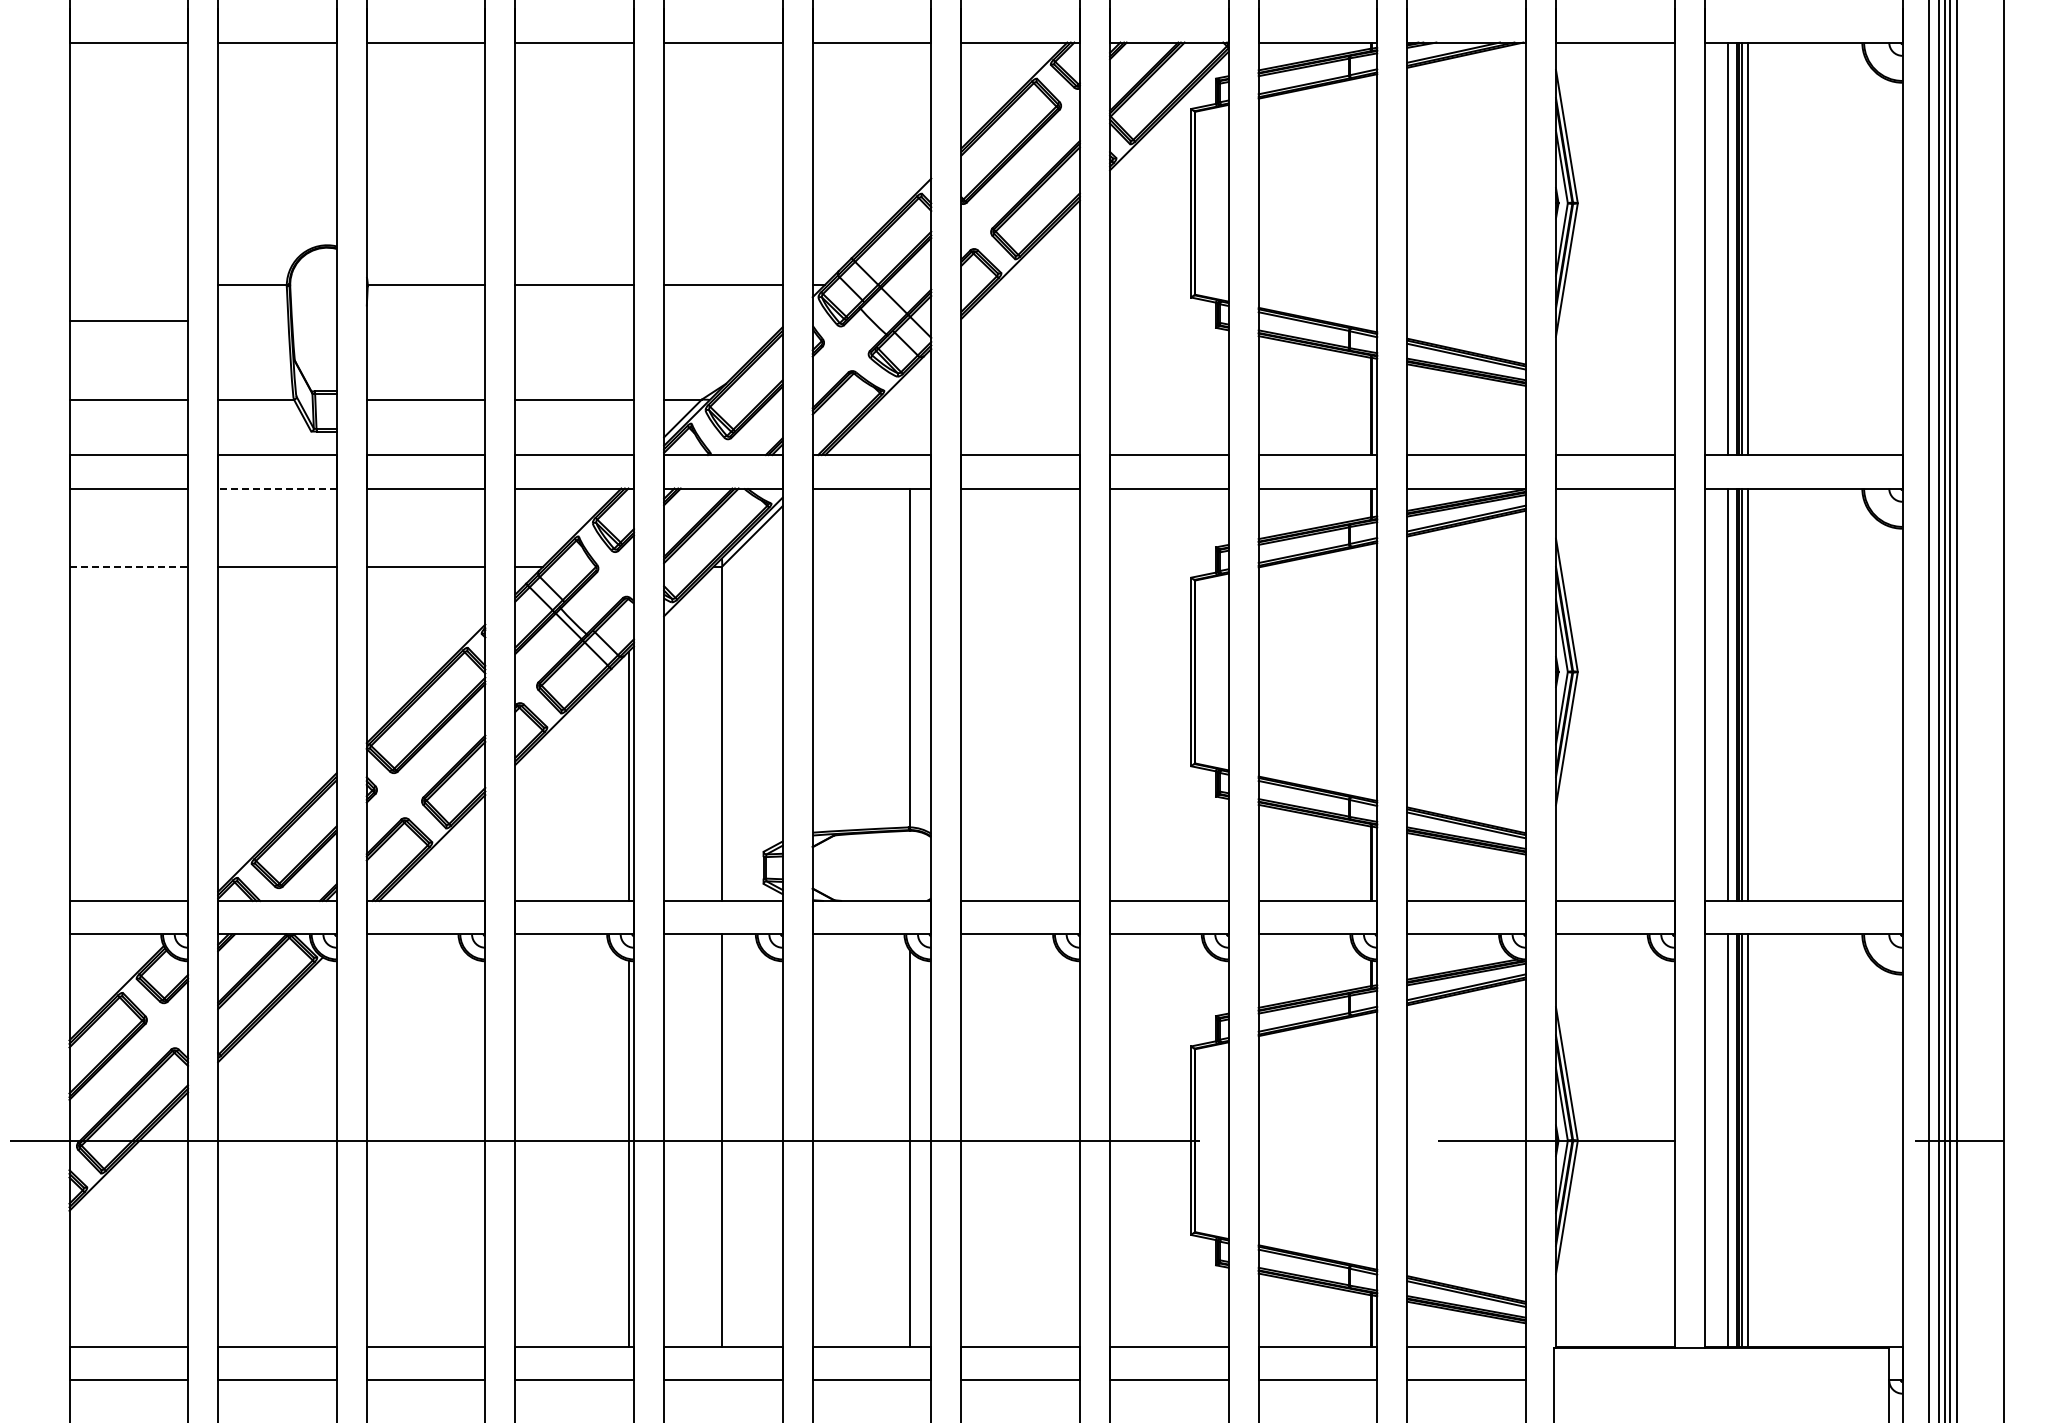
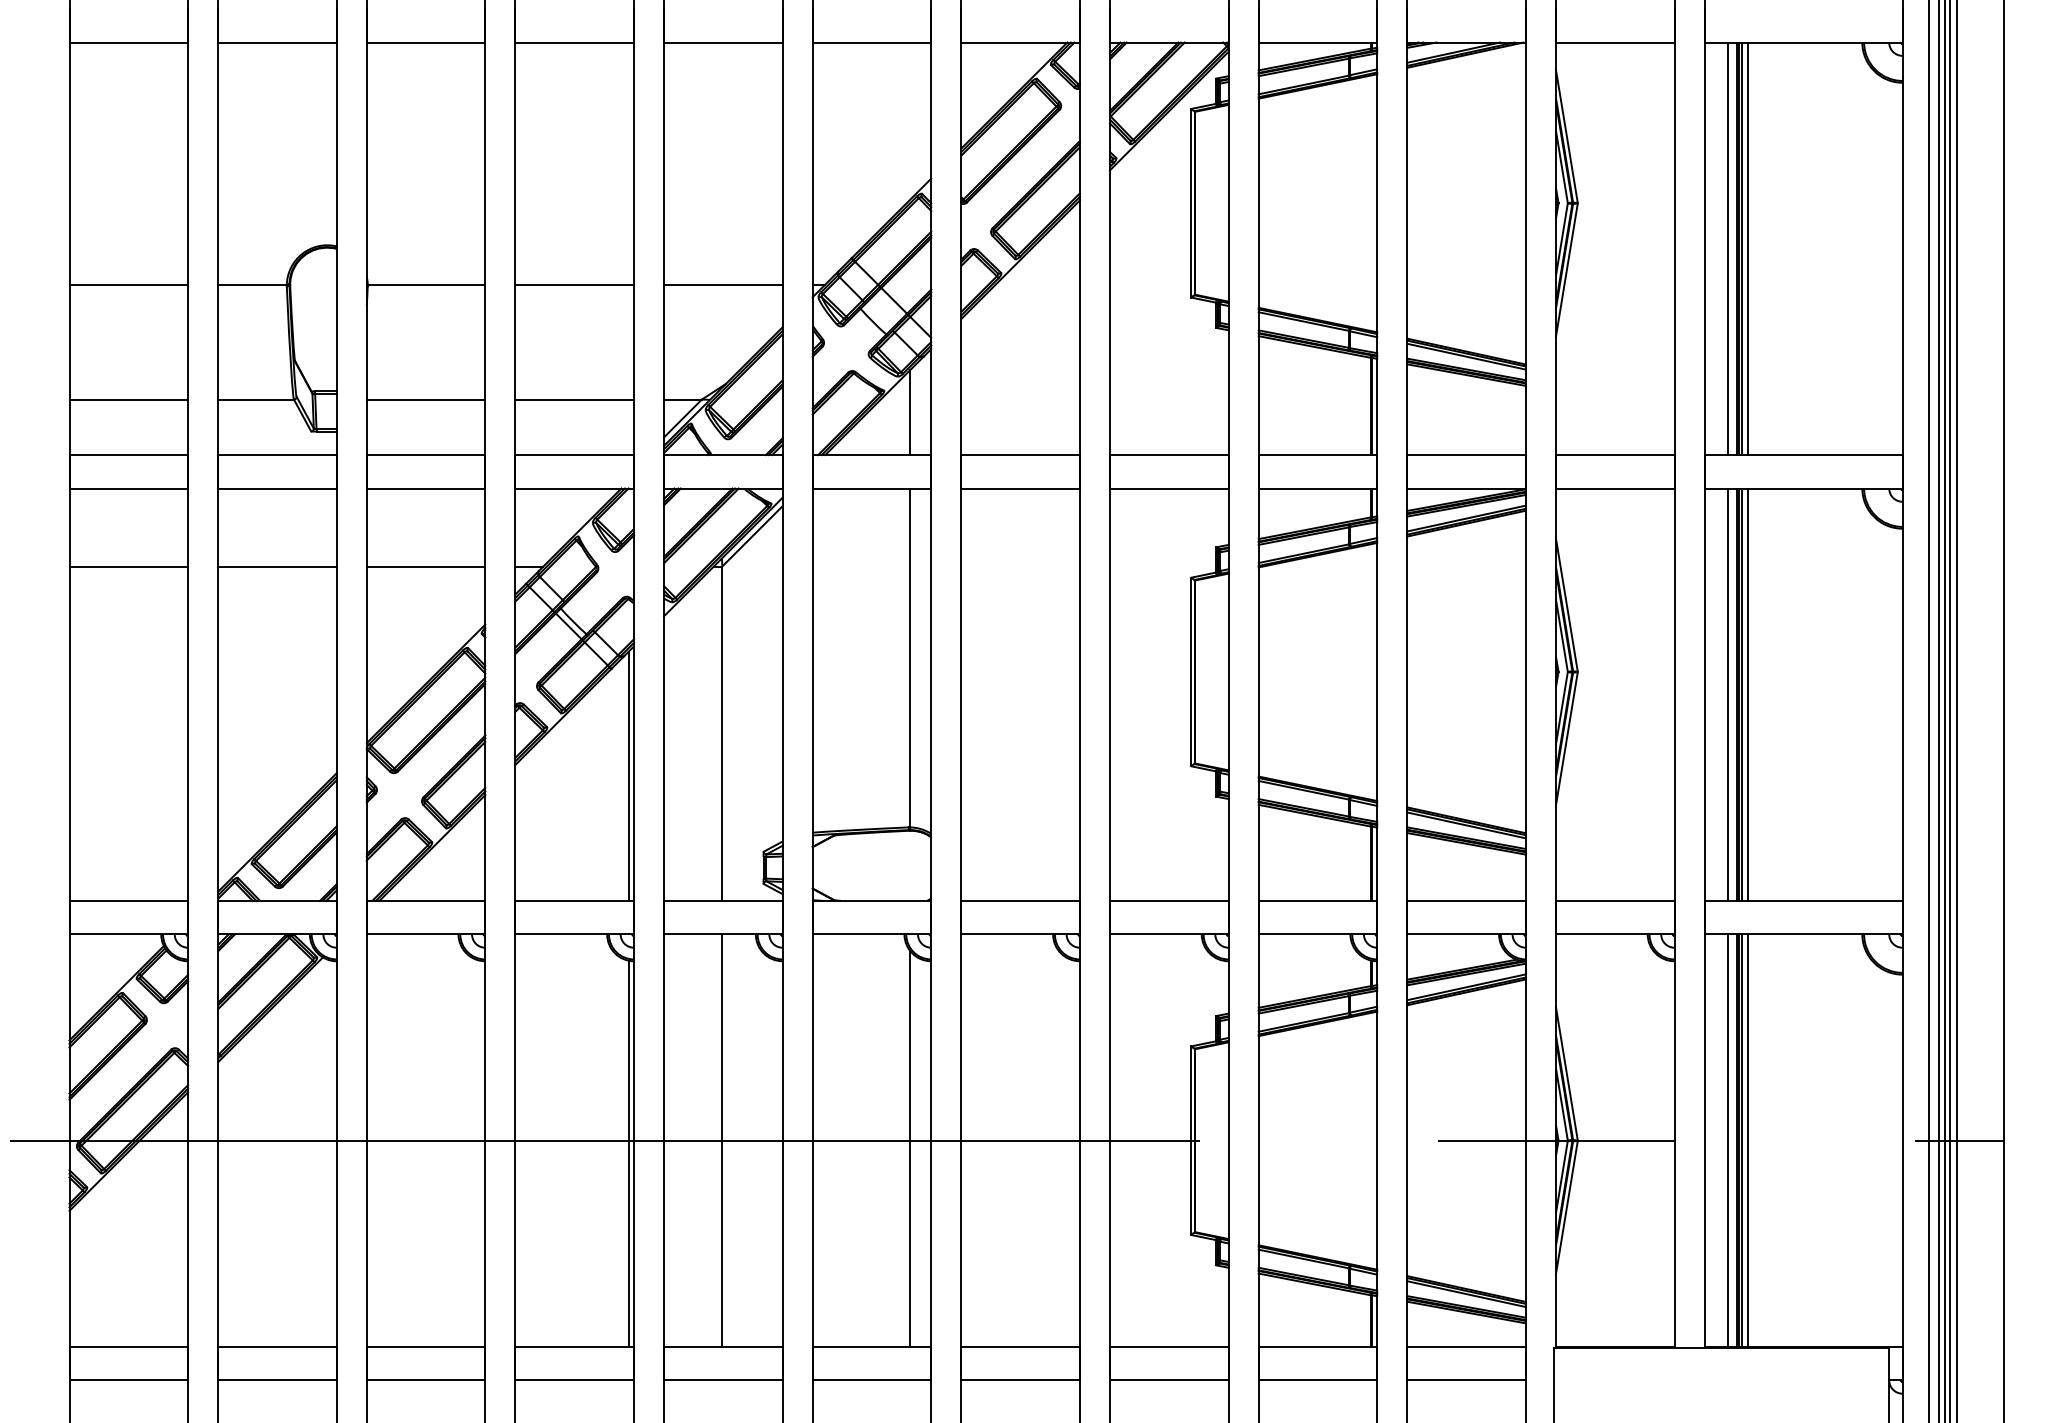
line at (128, 321) position: (128, 321) -> (128, 285)
line at (910, 412): none -> present
line at (276, 488): dashed -> solid
line at (129, 566): dashed -> solid
